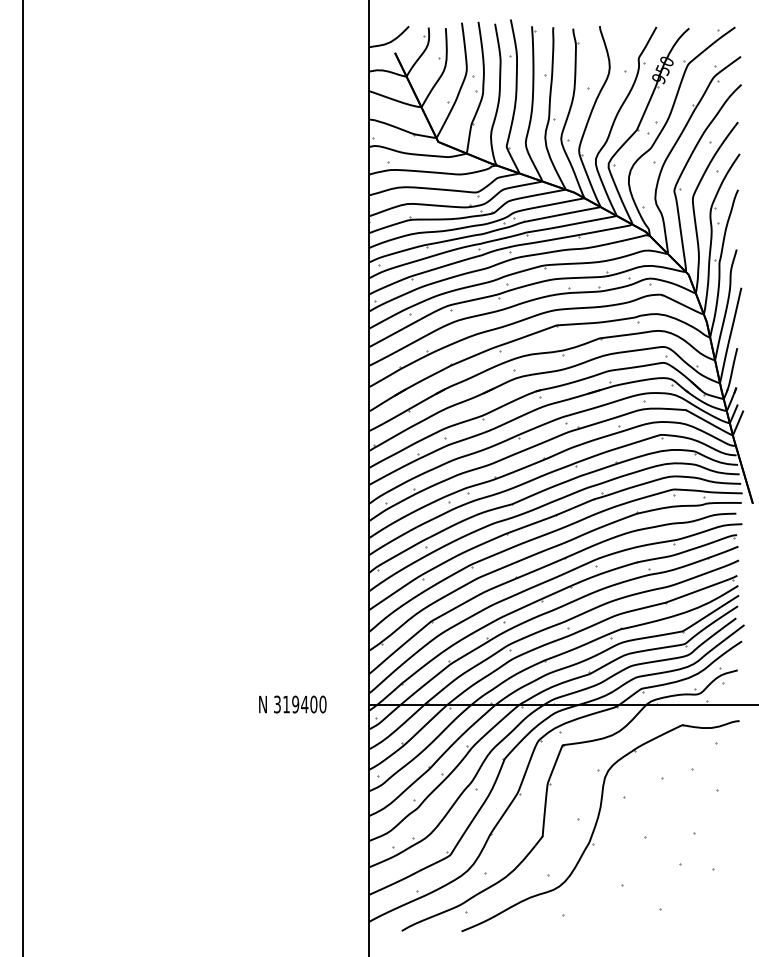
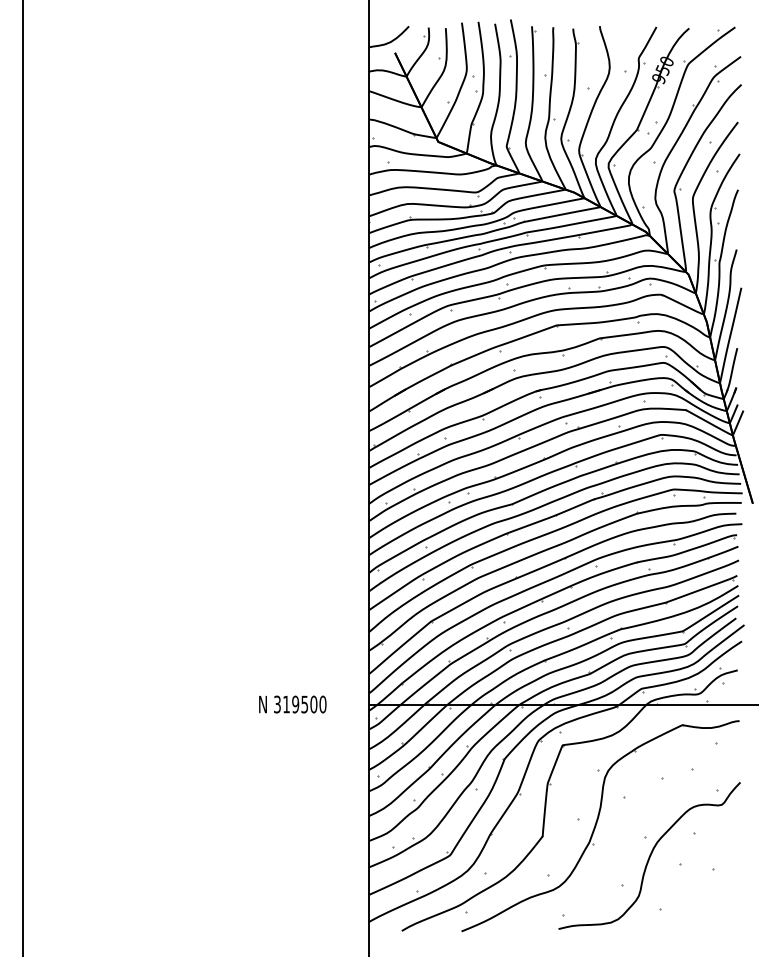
text at (304, 704): 319400 -> 319500
curve at (649, 855): none -> present
